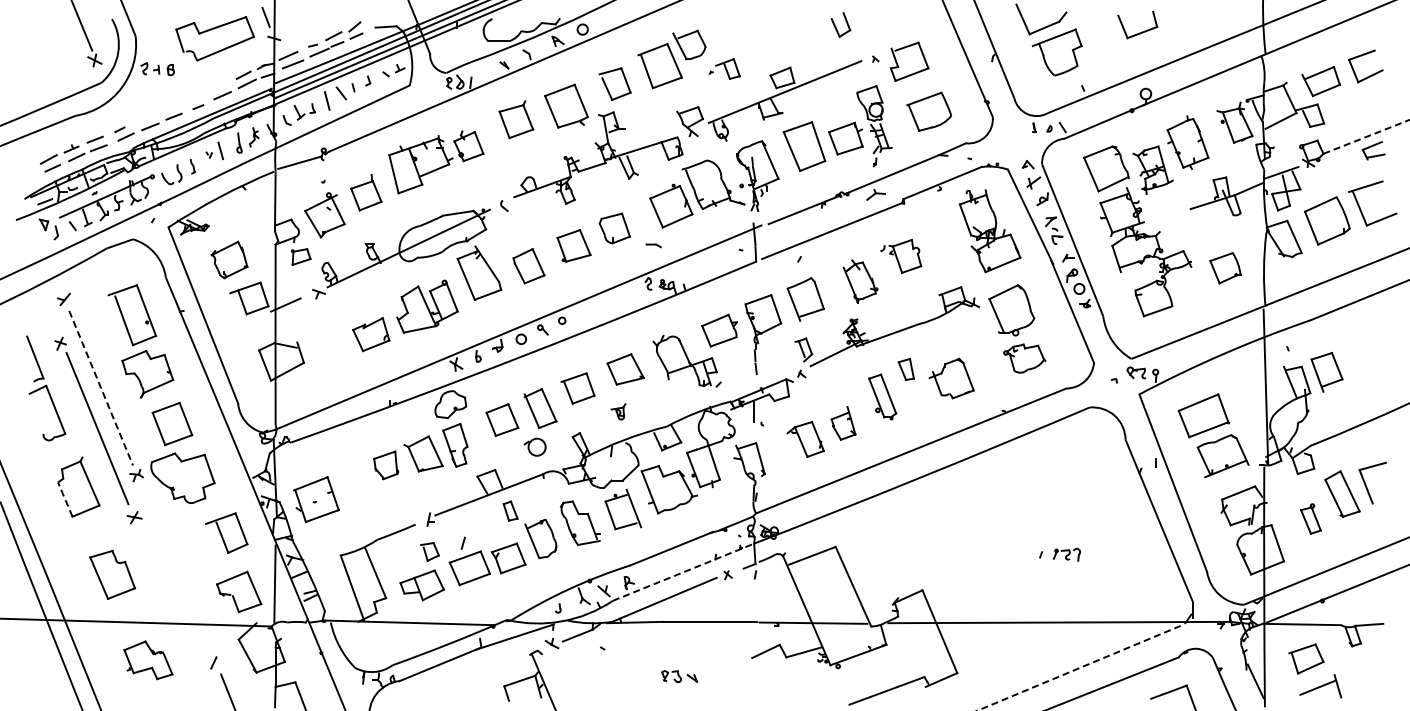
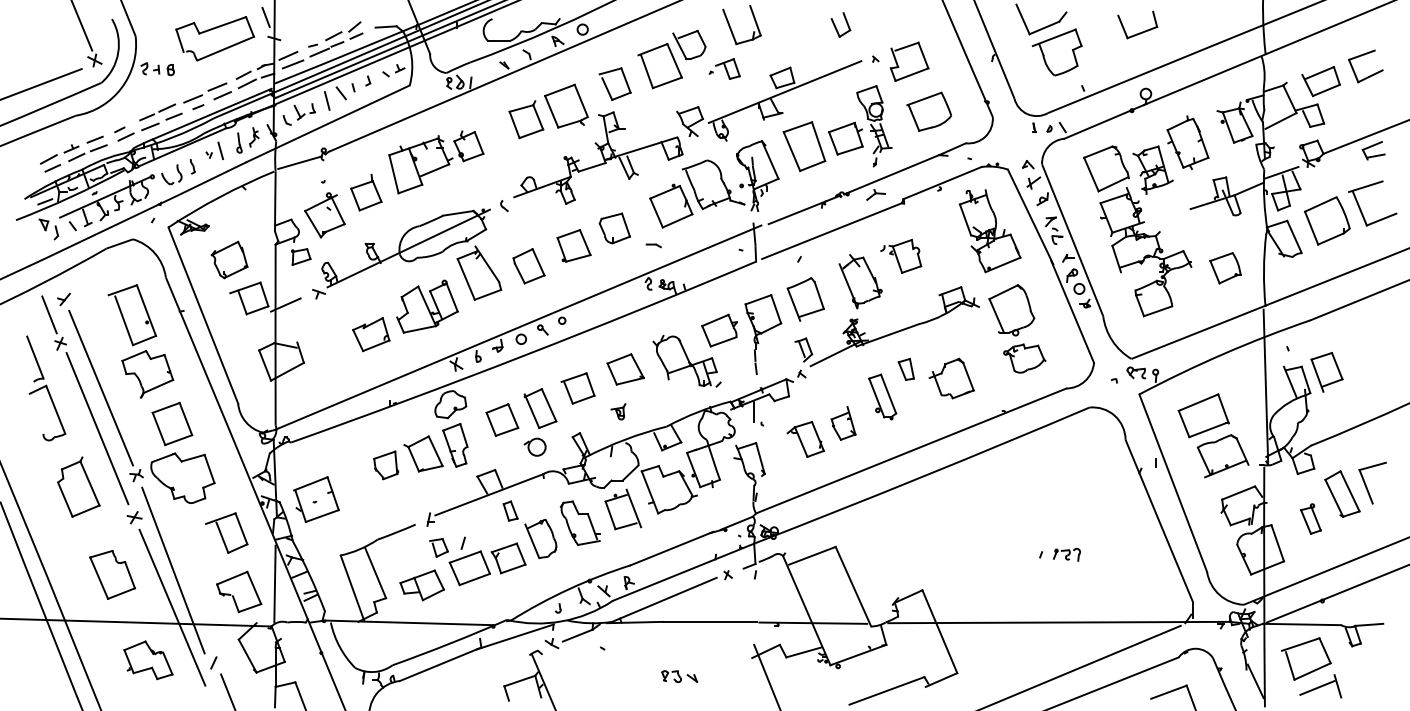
part at (732, 30): none -> present
line at (41, 84): none -> present
part at (183, 101): none -> present
part at (516, 119) position: (516, 119) -> (526, 119)
line at (1367, 136): dashed -> solid
part at (860, 281) size: 37x45 px -> 45x56 px
line at (49, 314): none -> present
line at (101, 388): dashed -> solid
line at (65, 499): dashed -> solid
part at (429, 551) position: (429, 551) -> (438, 547)
line at (173, 570): none -> present
line at (683, 572): dashed -> solid
line at (172, 607): none -> present
part at (1306, 658) size: 37x32 px -> 51x44 px
line at (1078, 668): dashed -> solid
line at (766, 675): none -> present
